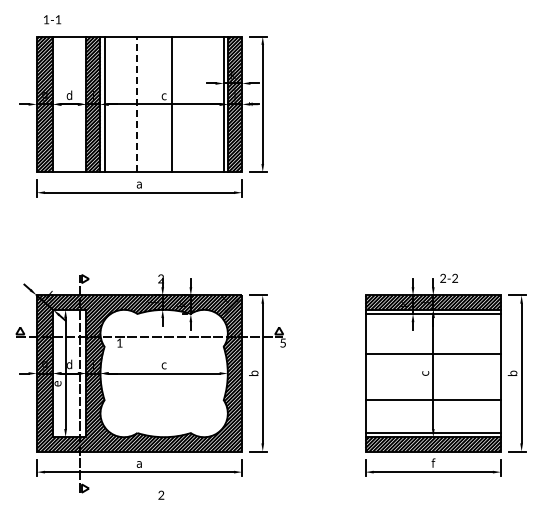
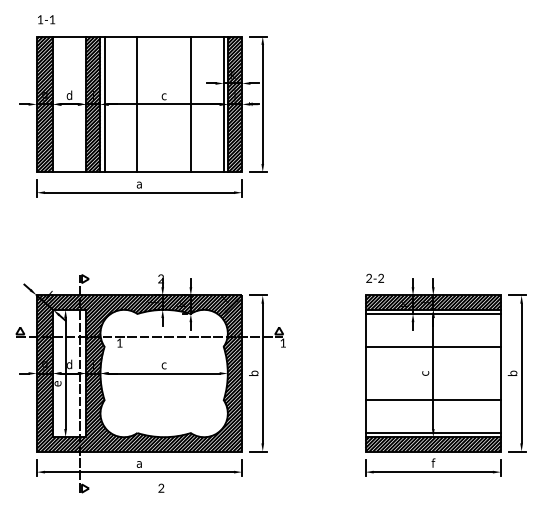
text at (52, 19) position: (52, 19) -> (46, 19)
line at (137, 104): dashed -> solid
line at (171, 104) position: (171, 104) -> (190, 104)
text at (448, 277) position: (448, 277) -> (374, 277)
text at (282, 342): 5 -> 1
line at (433, 353) position: (433, 353) -> (433, 346)
text at (161, 494) position: (161, 494) -> (161, 487)
